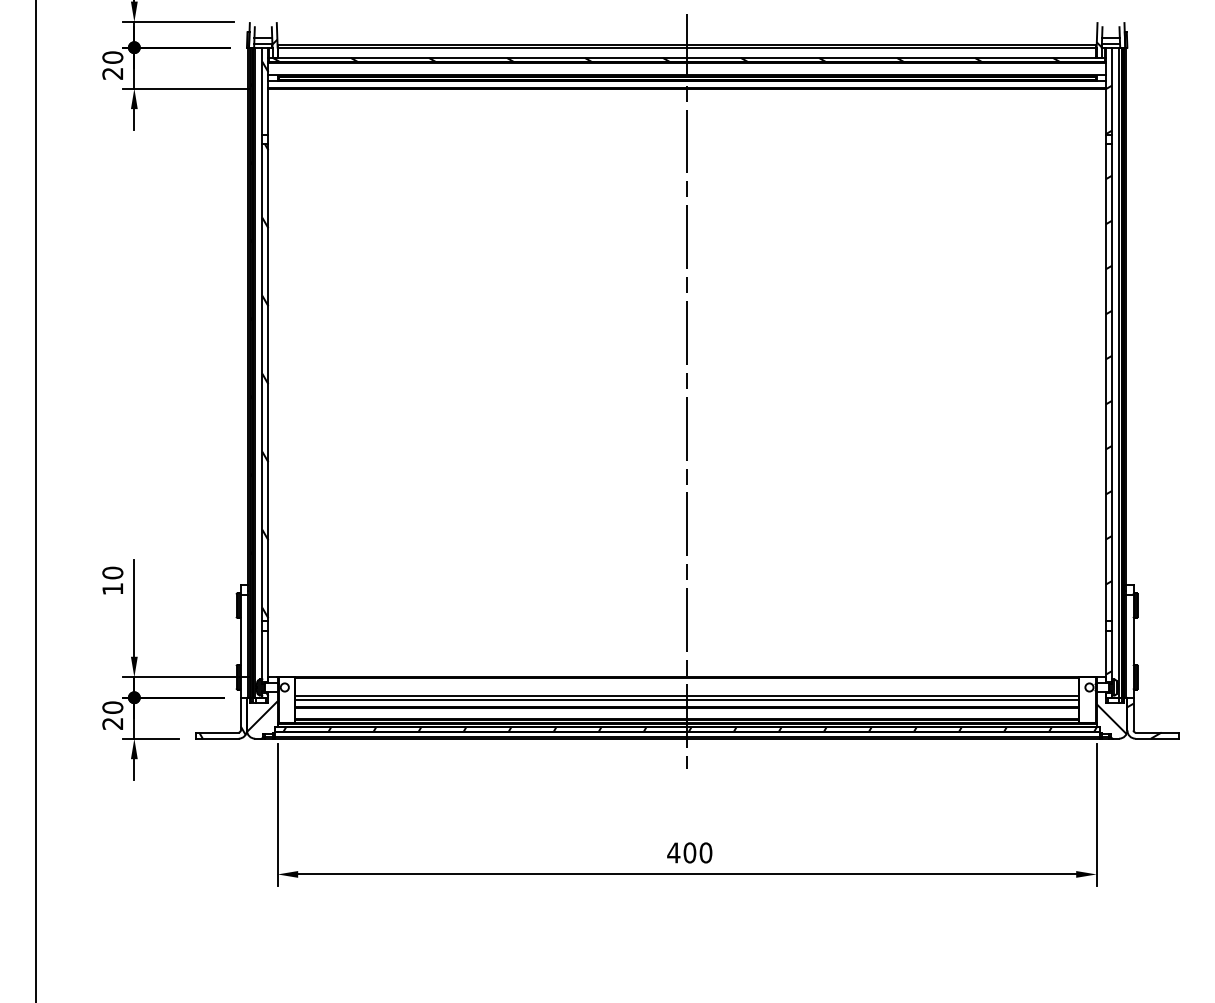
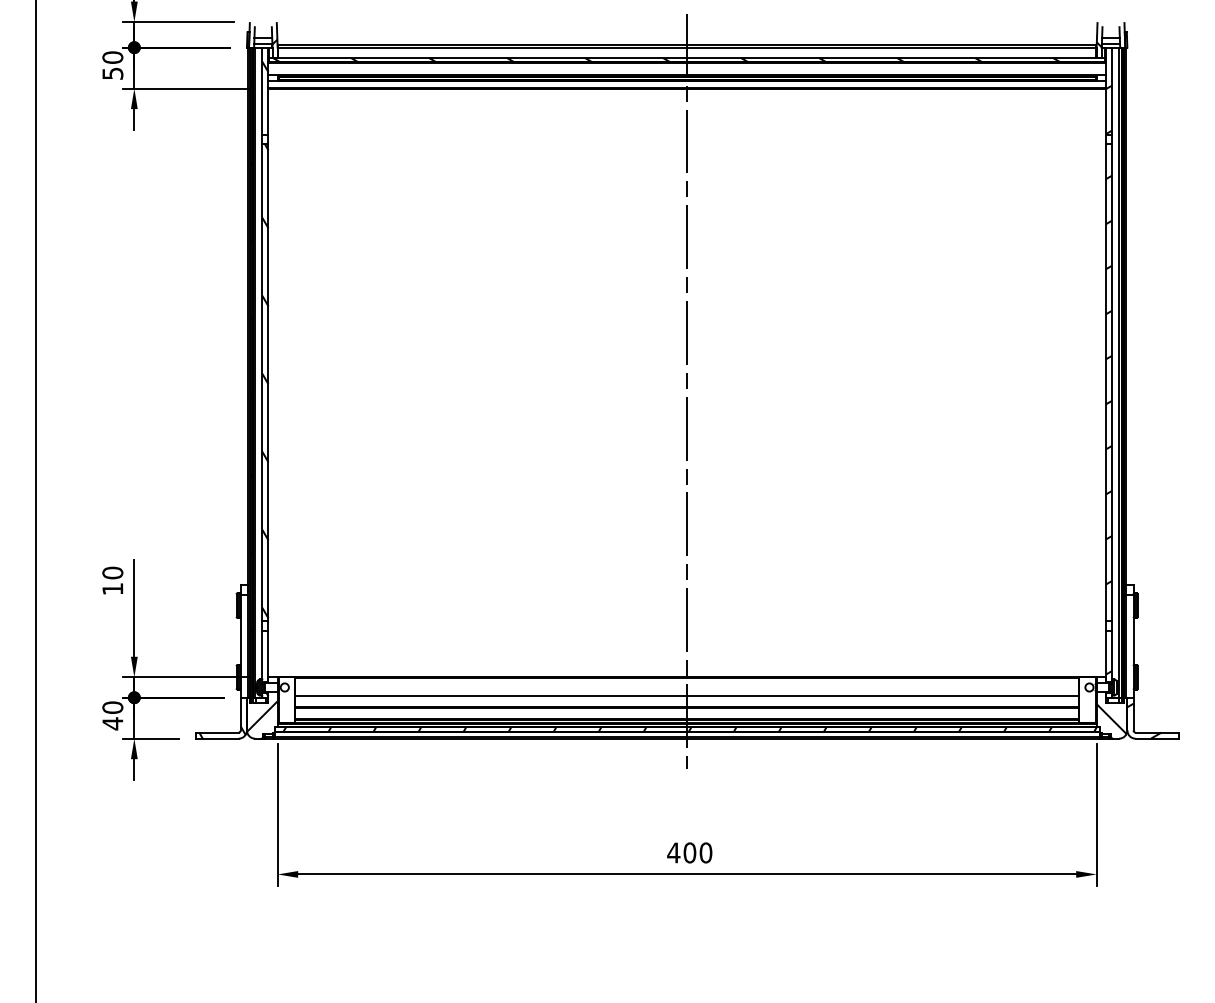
text at (112, 73): 20 -> 50
line at (687, 699): present -> none
text at (112, 723): 20 -> 40
